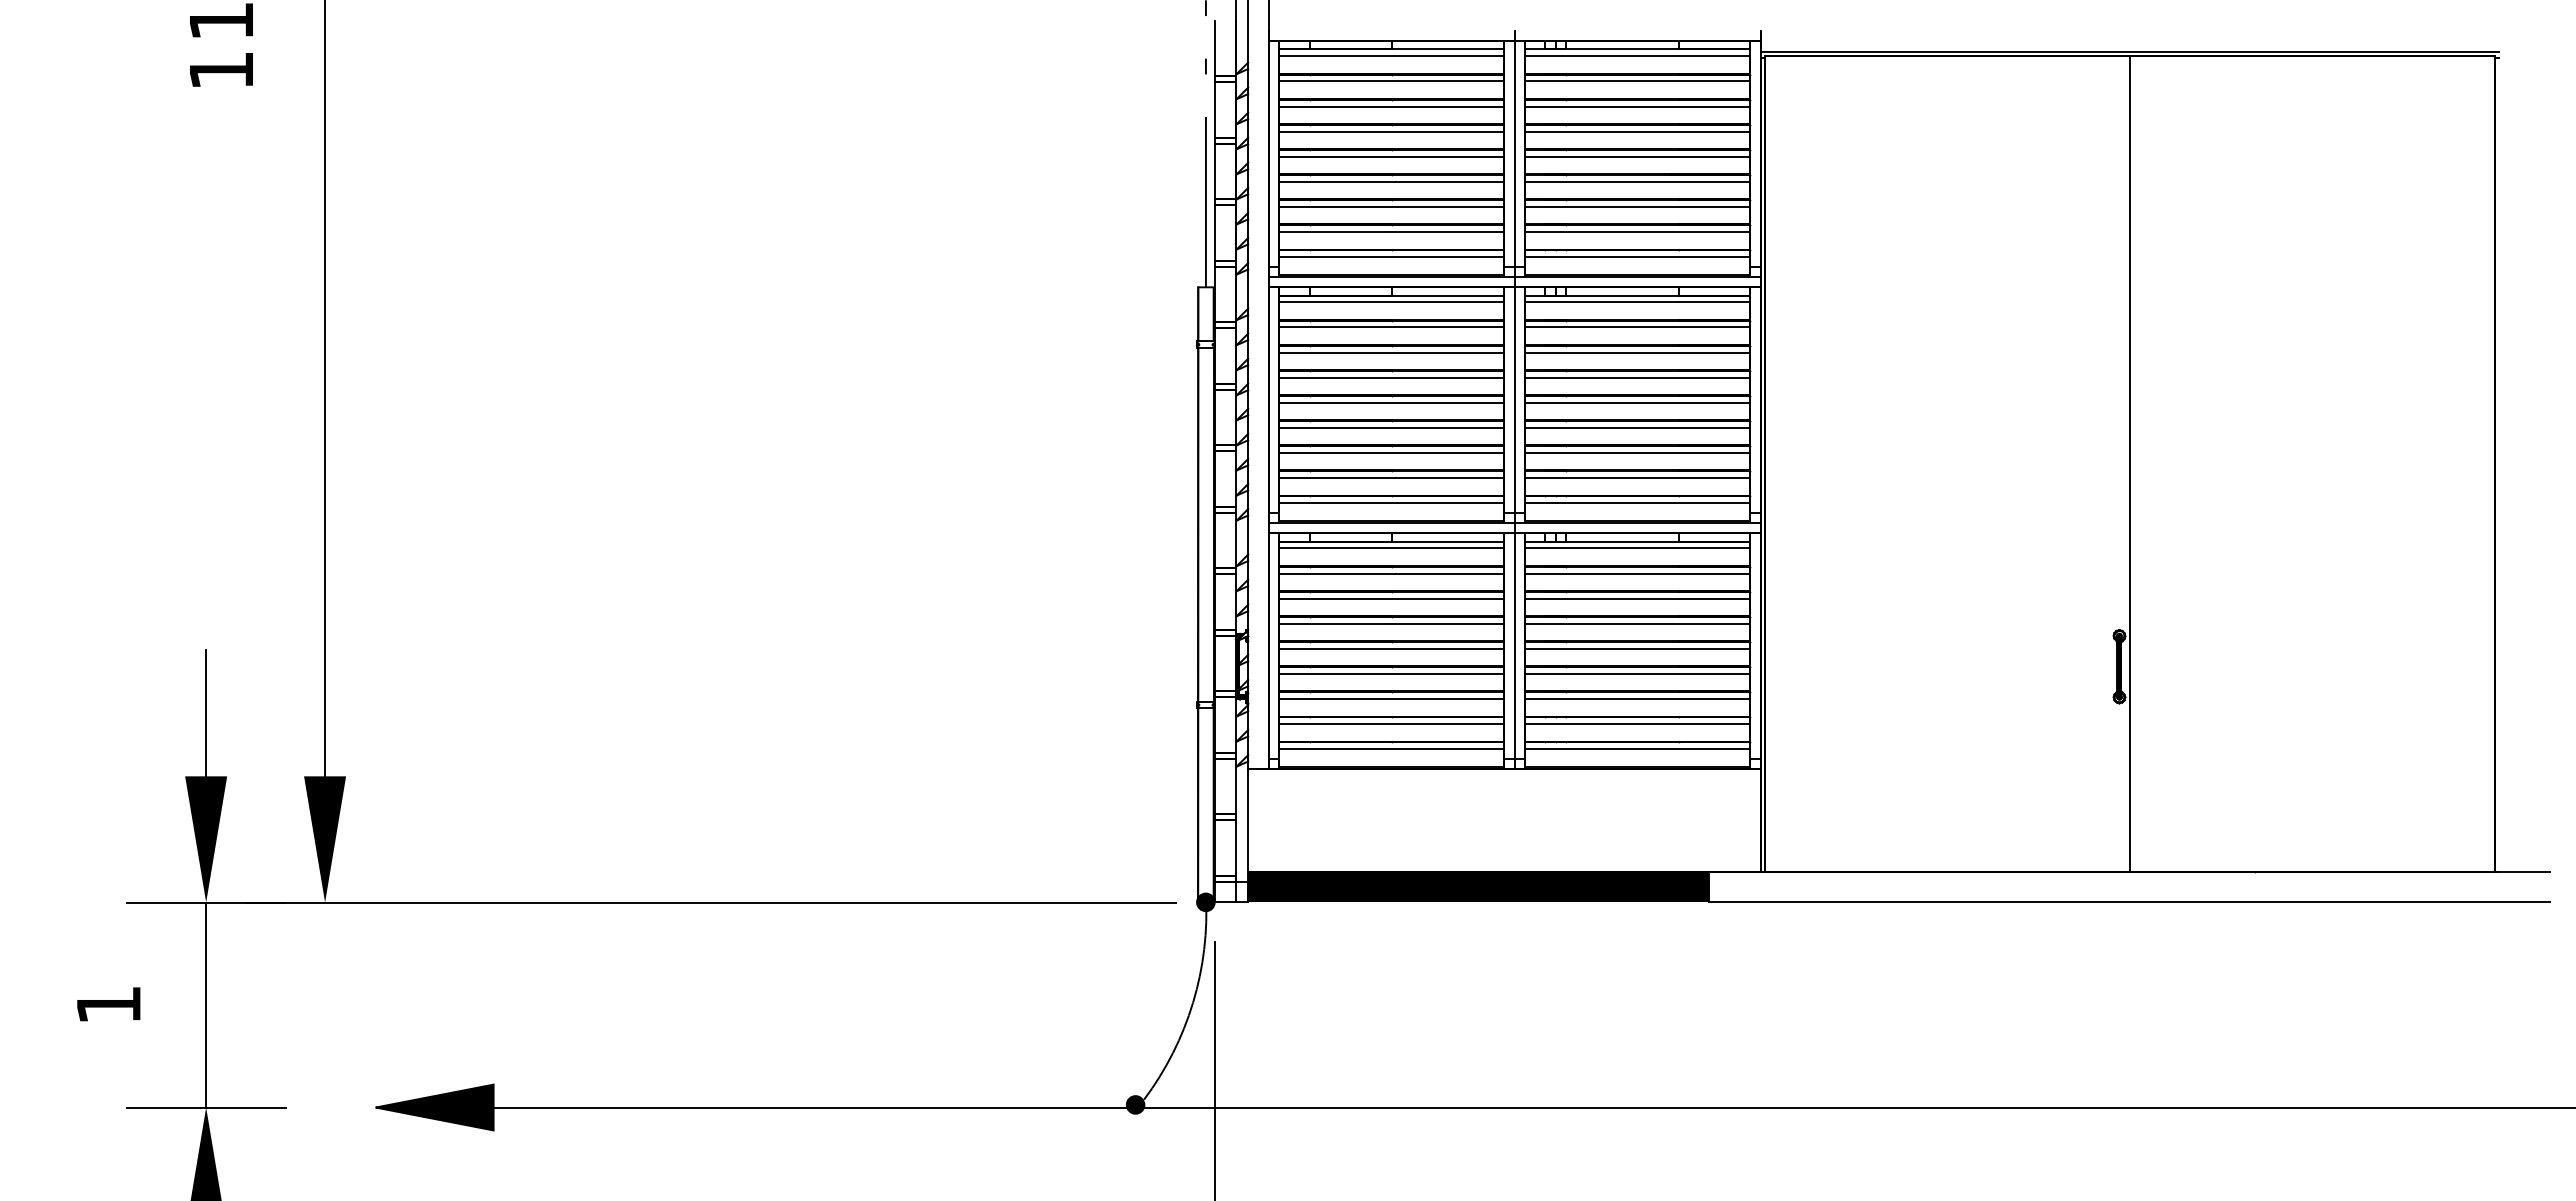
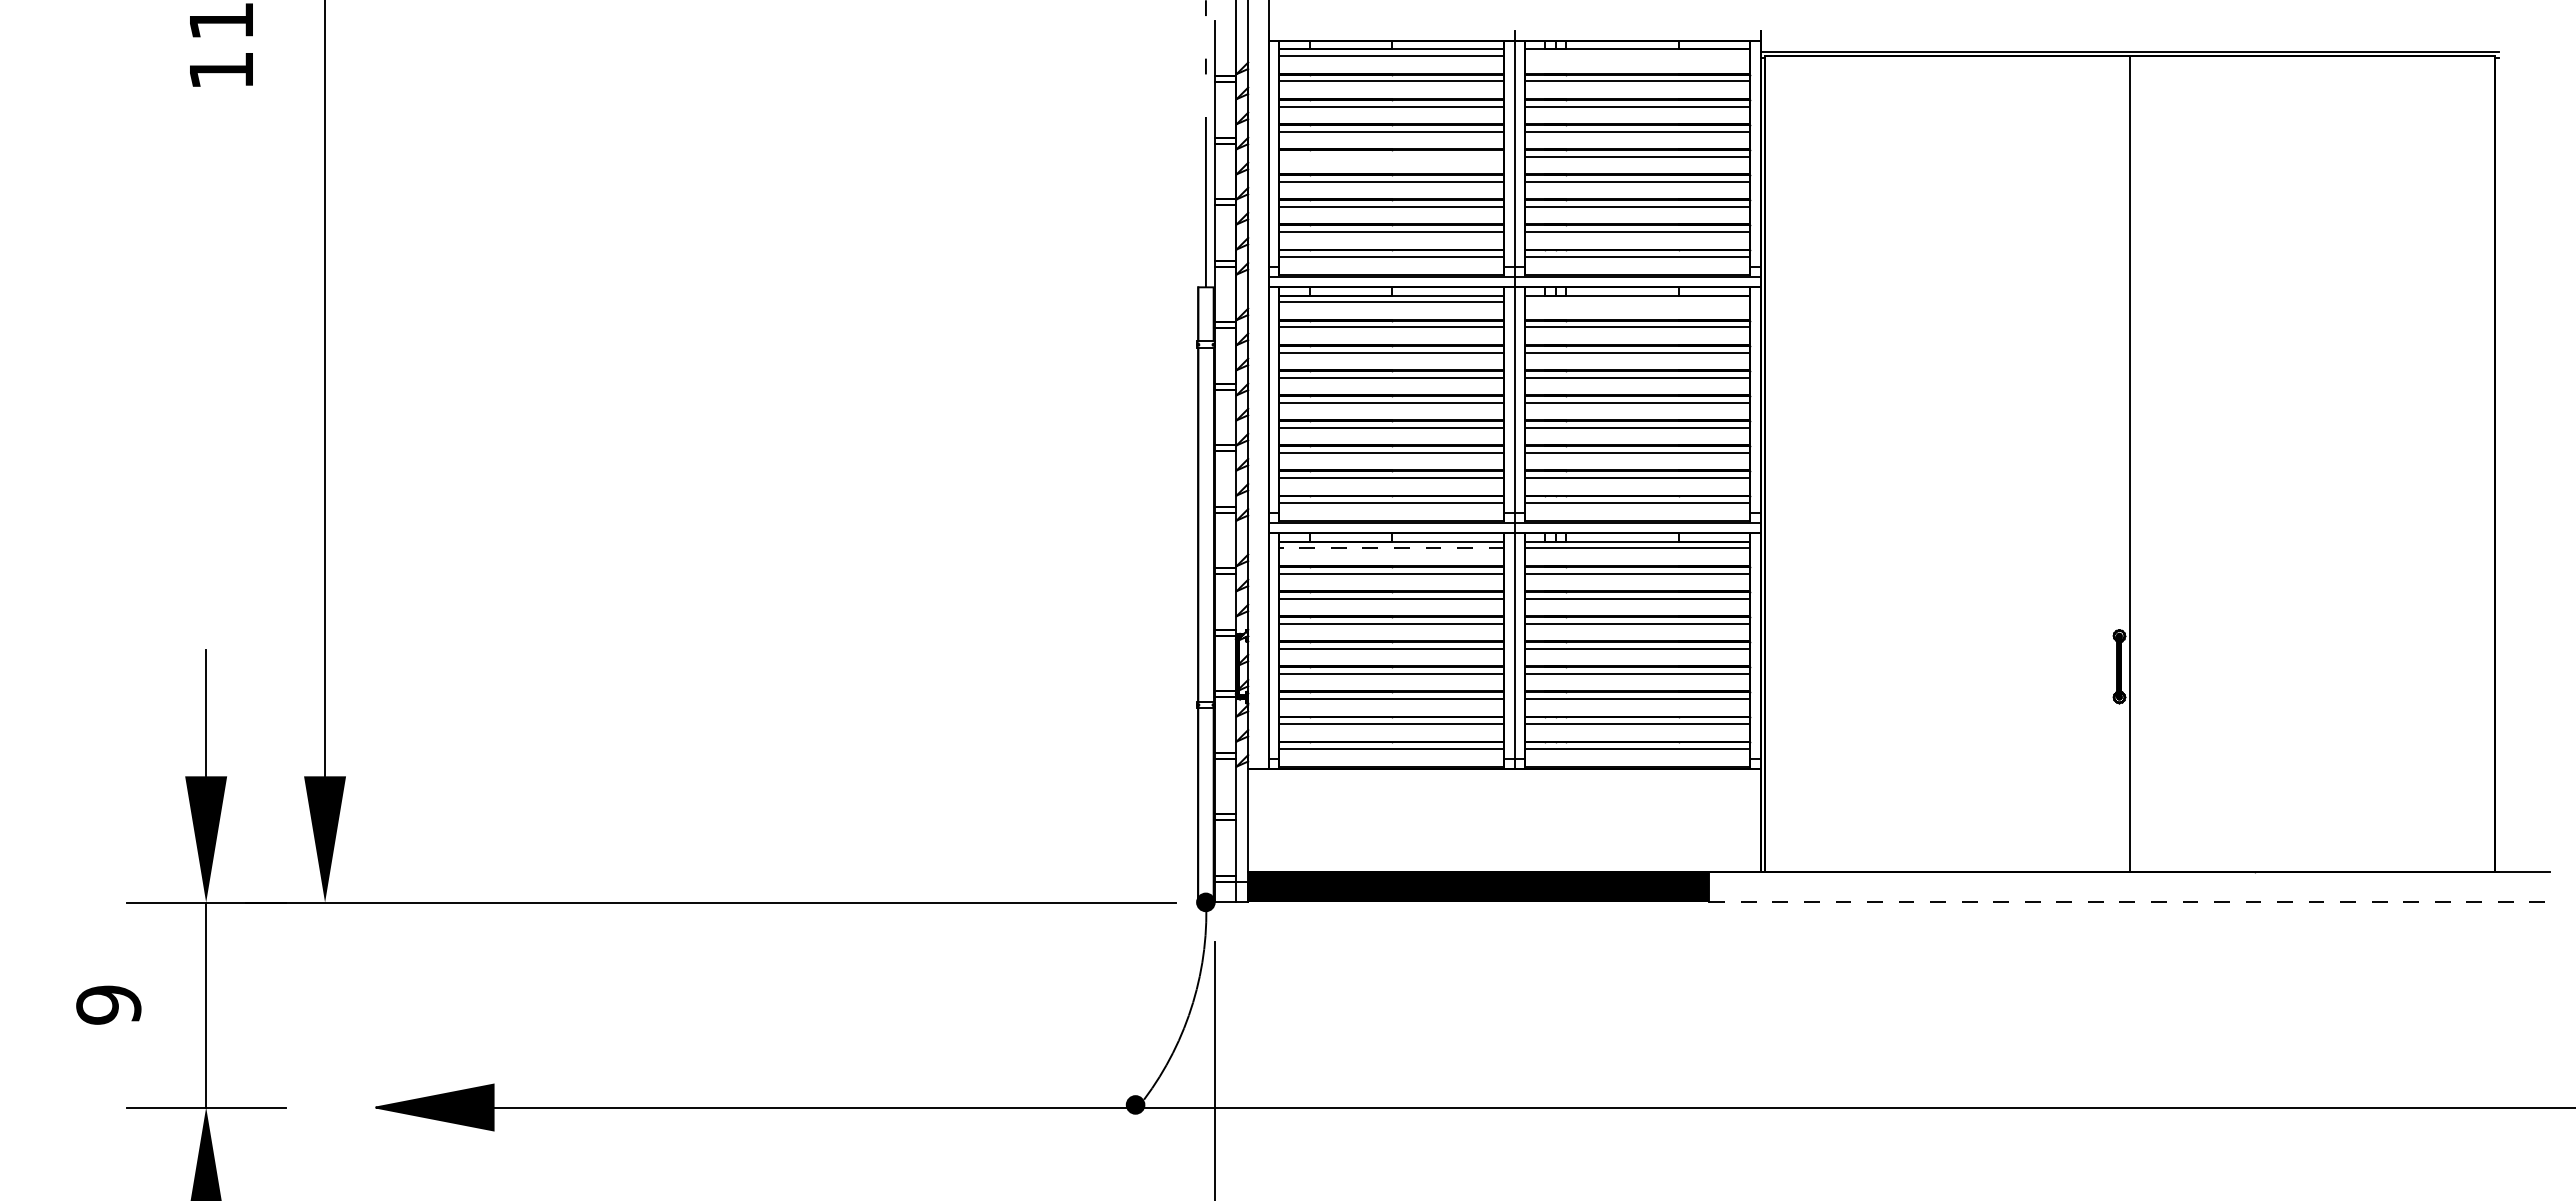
line at (1637, 56): present -> none
line at (1391, 156): present -> none
line at (1637, 302): present -> none
line at (1391, 548): solid -> dashed
line at (2130, 902): solid -> dashed
text at (108, 1004): 1 -> 9
